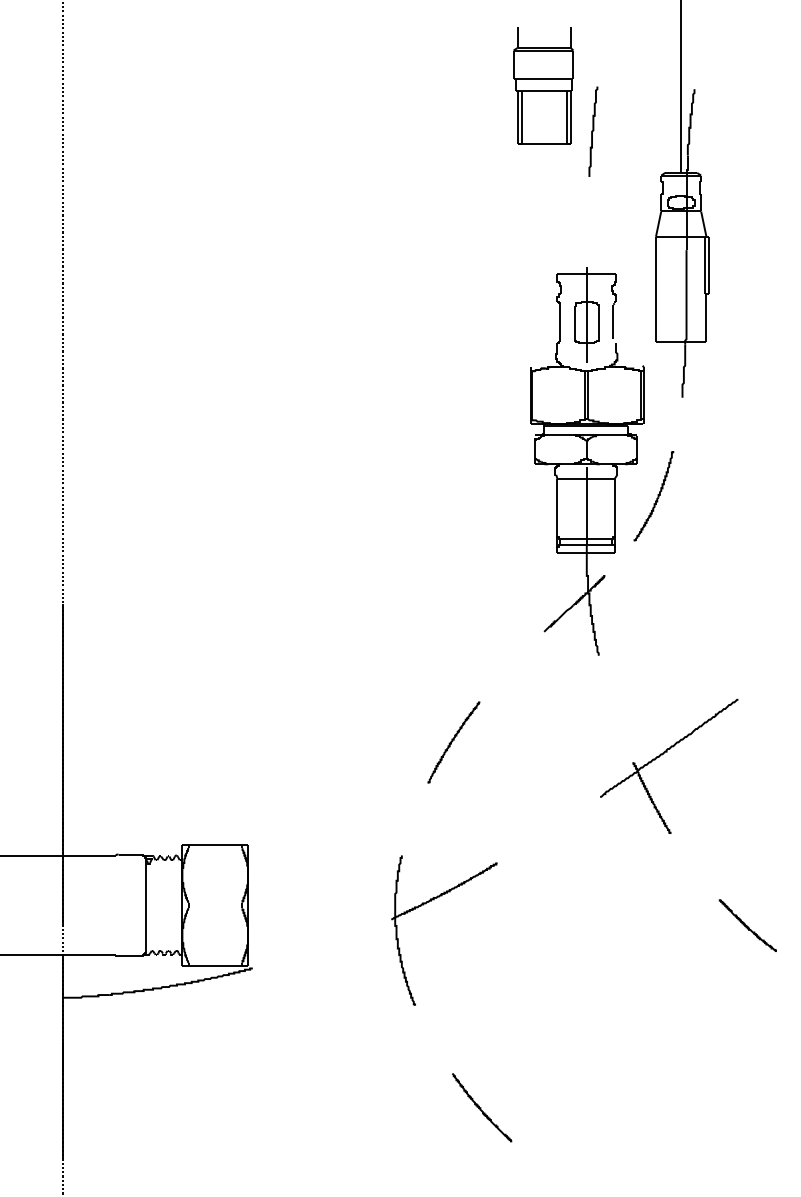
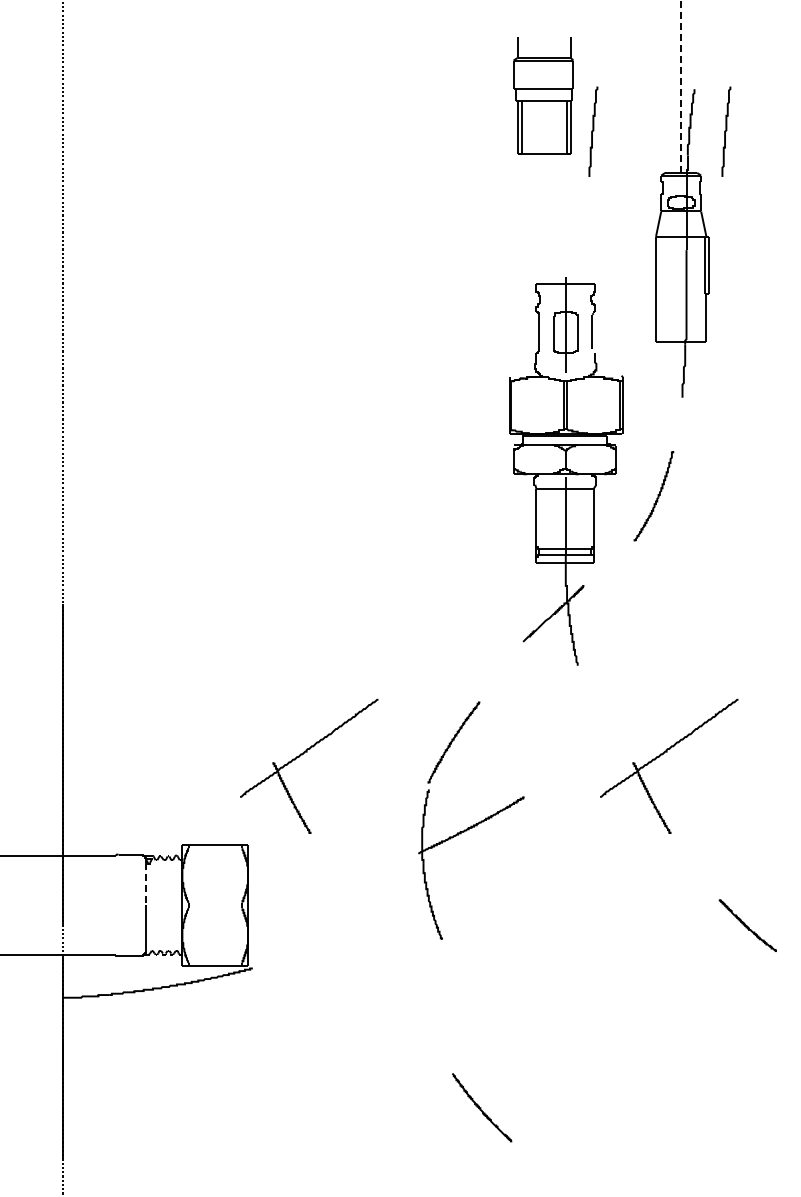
part at (543, 85) position: (543, 85) -> (543, 95)
line at (681, 86): solid -> dashed
curve at (726, 131): none -> present
part at (587, 461) position: (587, 461) -> (566, 471)
part at (302, 755): none -> present
line at (146, 883): solid -> dashed
part at (434, 900) position: (434, 900) -> (461, 834)
